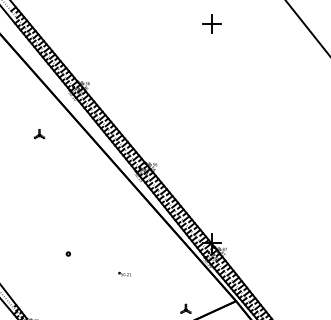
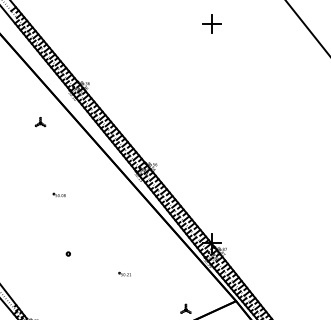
part at (39, 134) position: (39, 134) -> (40, 122)
part at (58, 194): none -> present
